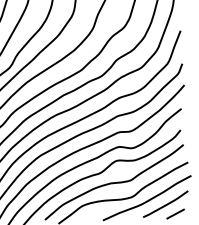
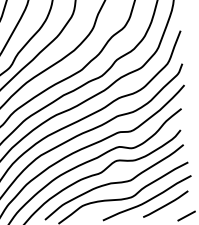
line at (175, 213) position: (175, 213) -> (186, 215)
